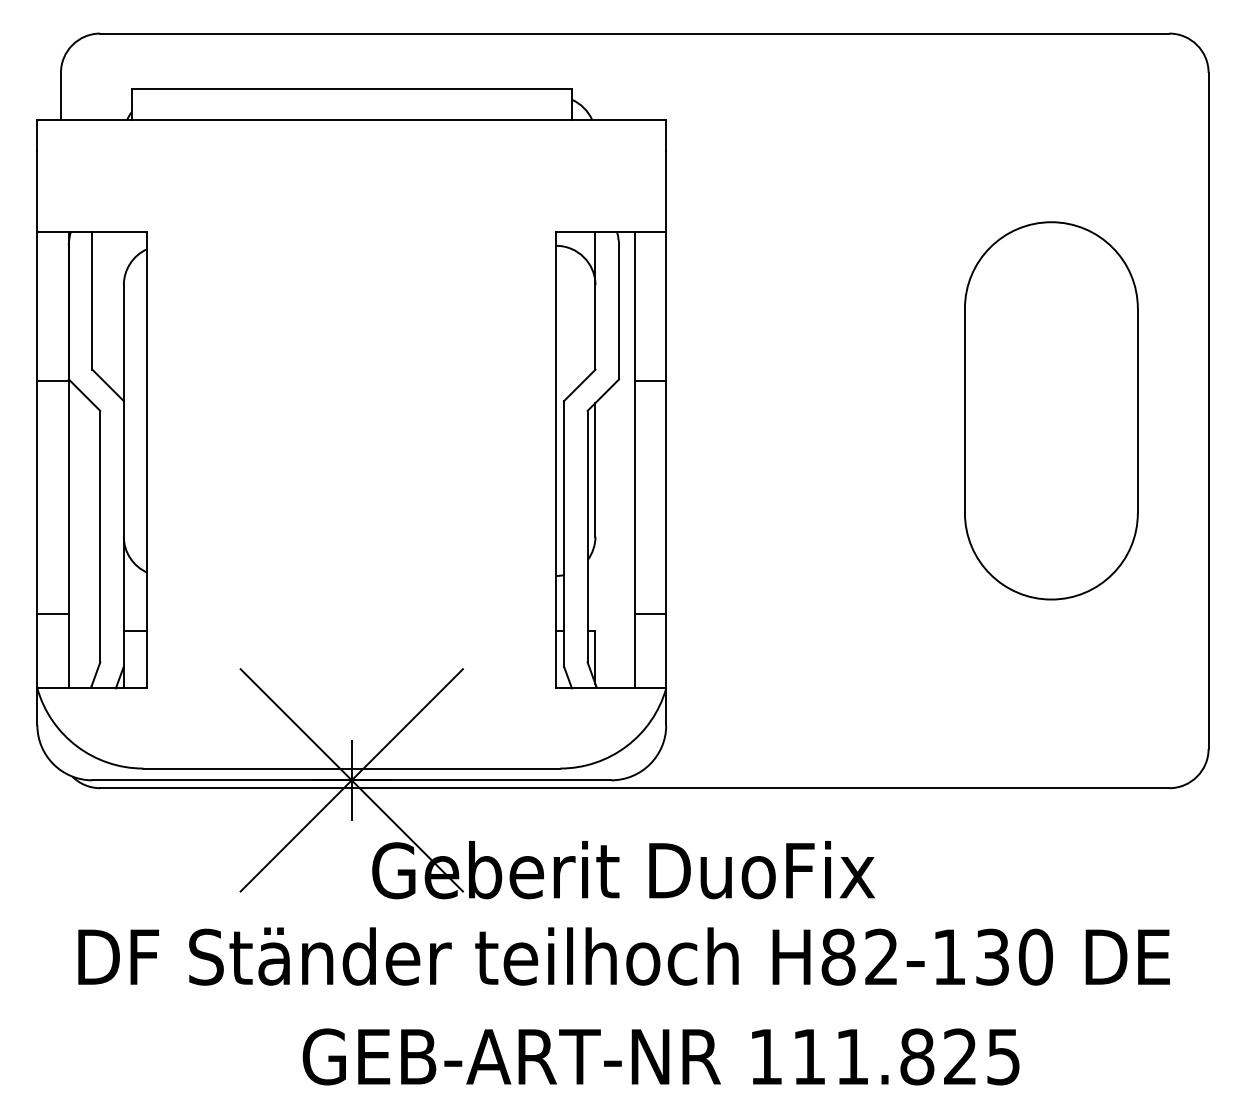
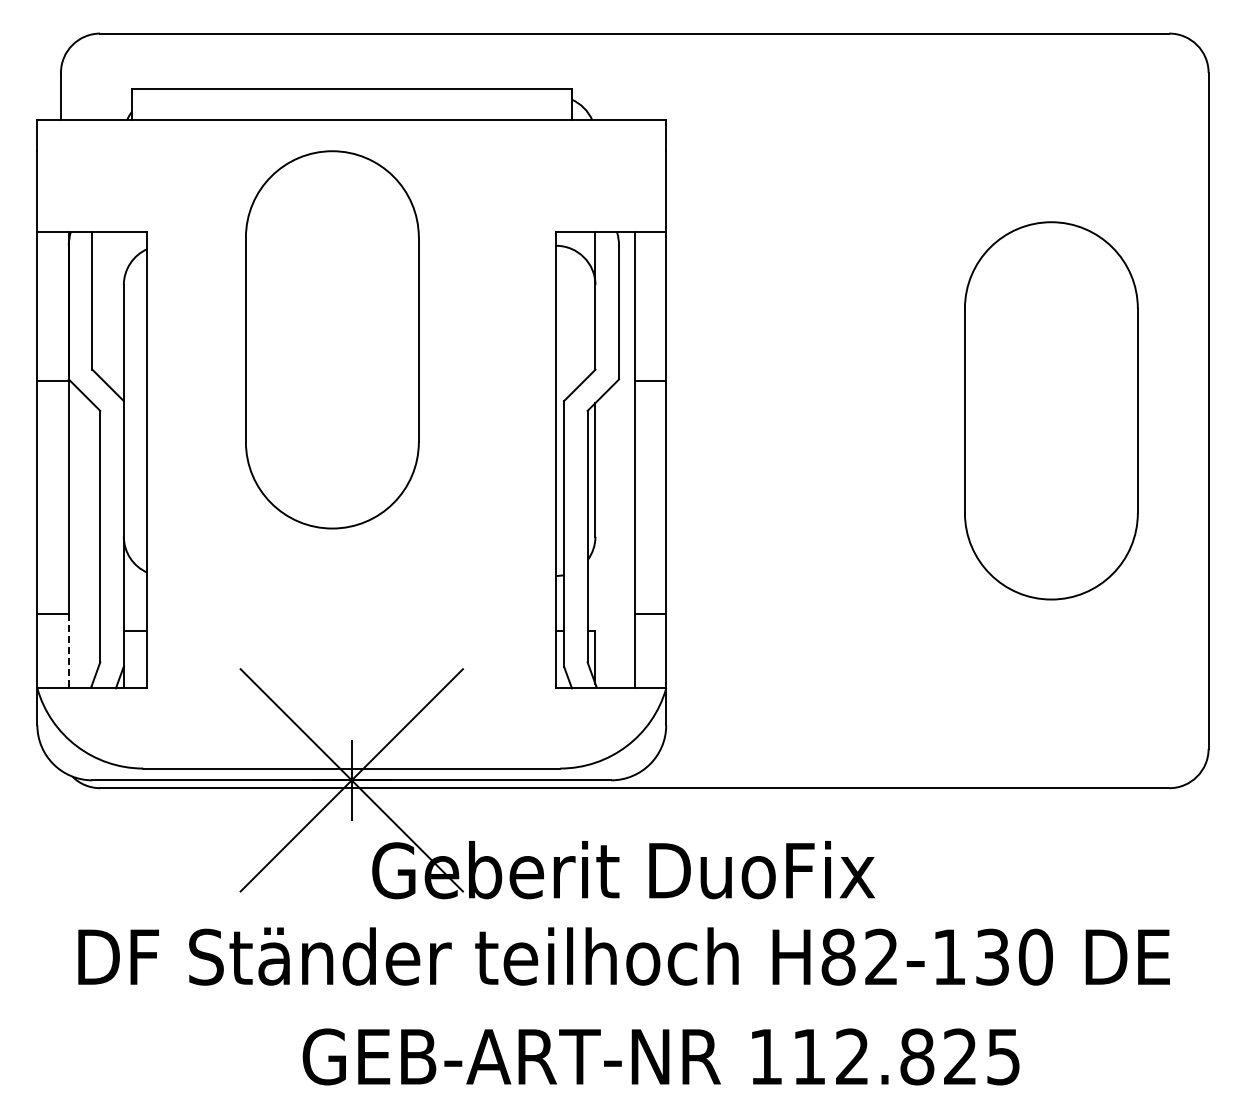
part at (332, 339): none -> present
line at (68, 651): solid -> dashed
text at (851, 1056): 111.825 -> 112.825
